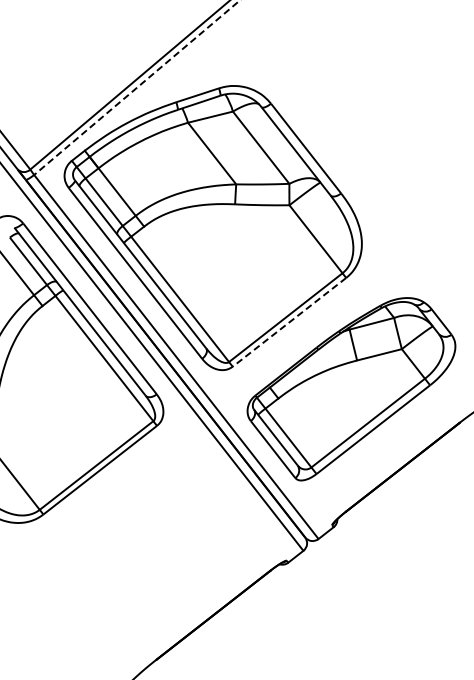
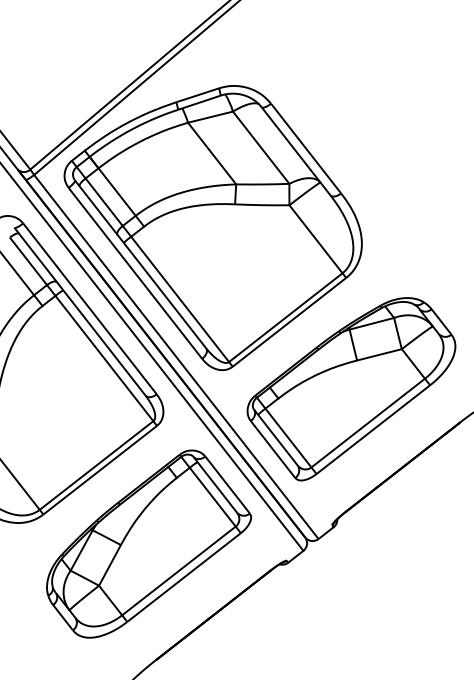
line at (136, 87): dashed -> solid
line at (289, 322): dashed -> solid
part at (149, 543): none -> present
